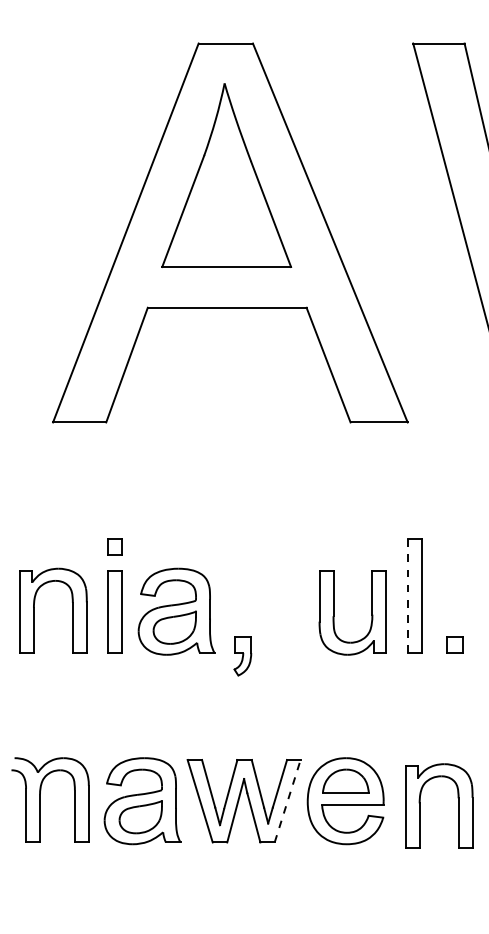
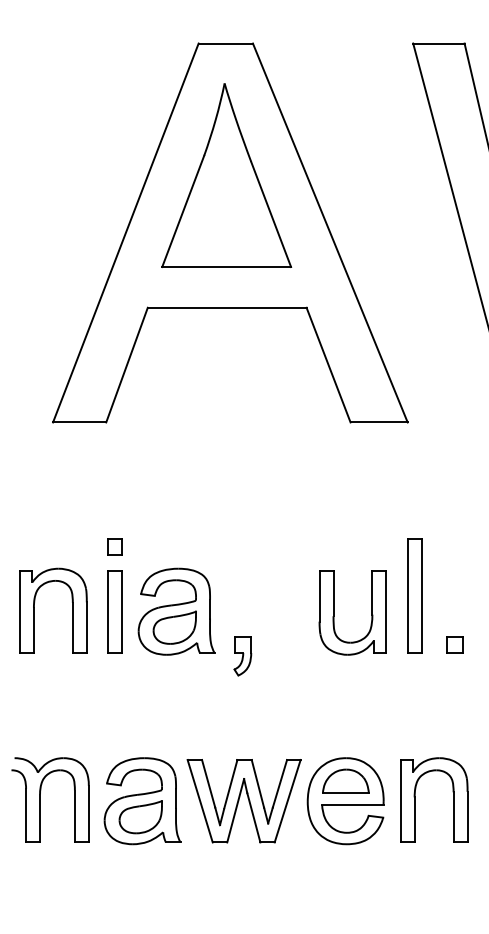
line at (407, 596): dashed -> solid
line at (287, 800): dashed -> solid
part at (420, 805) position: (420, 805) -> (415, 799)
